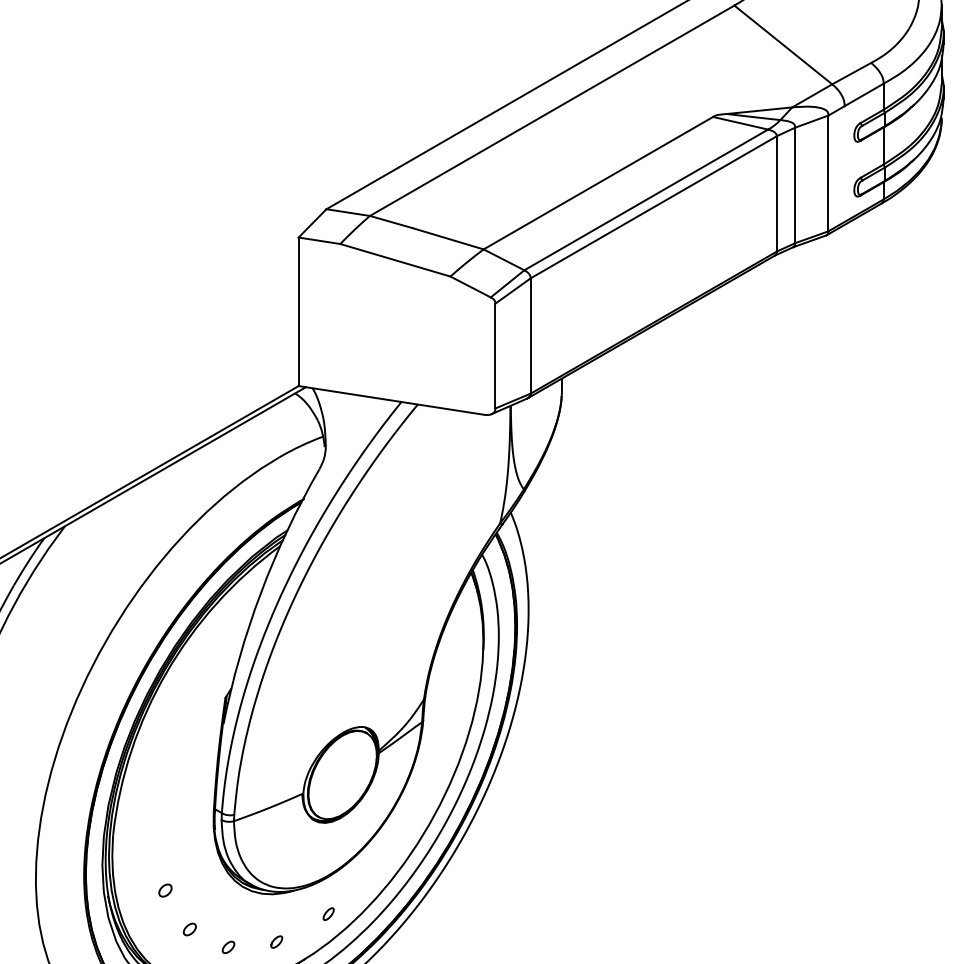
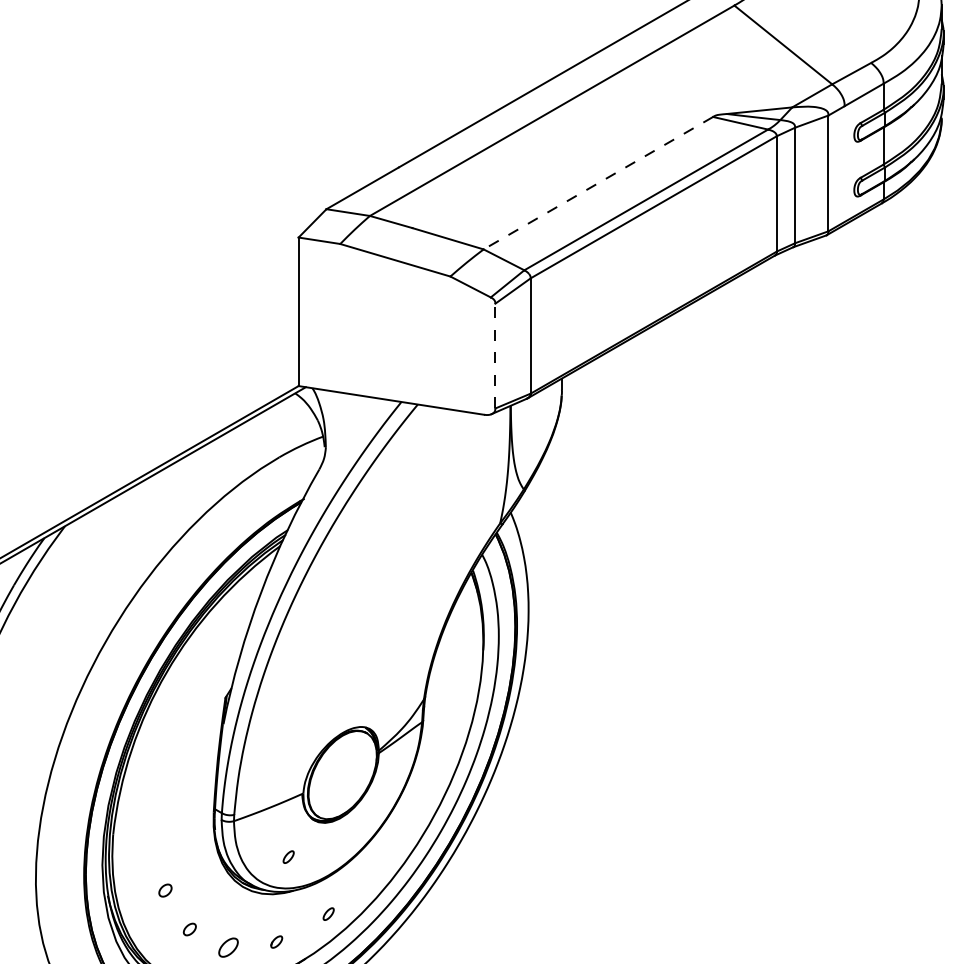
line at (597, 183): solid -> dashed
line at (495, 355): solid -> dashed
part at (288, 856): none -> present
part at (228, 946) size: 15x14 px -> 21x21 px
